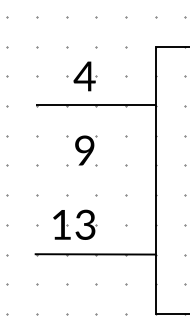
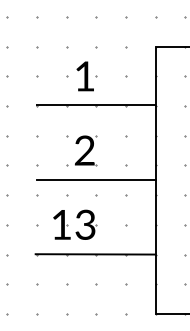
text at (84, 76): 4 -> 1
text at (84, 150): 9 -> 2
line at (95, 180): none -> present
